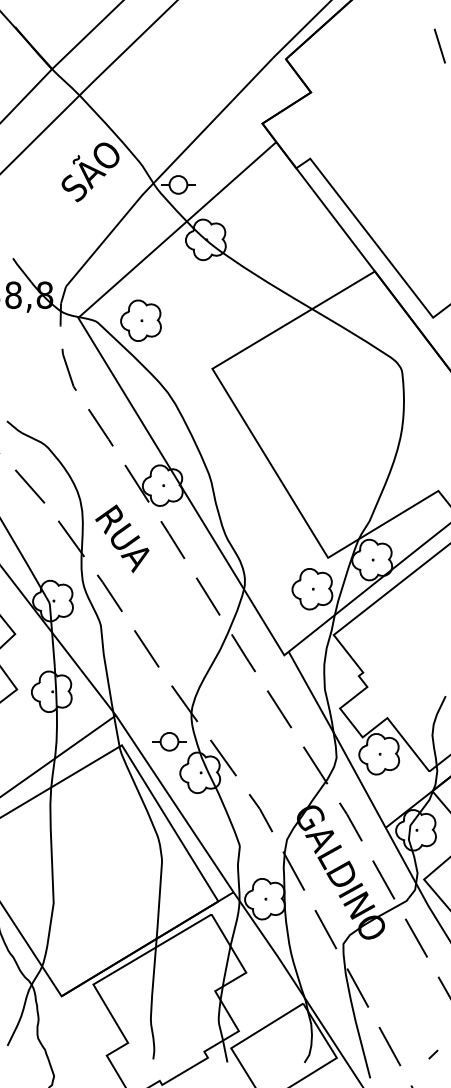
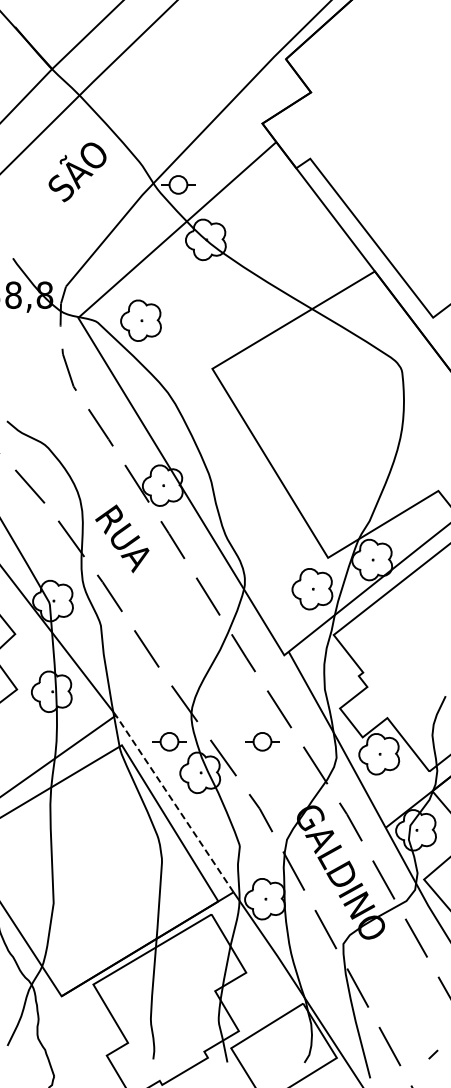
line at (439, 45): present -> none
text at (90, 172) position: (90, 172) -> (77, 172)
part at (262, 741): none -> present
line at (174, 803): solid -> dashed
